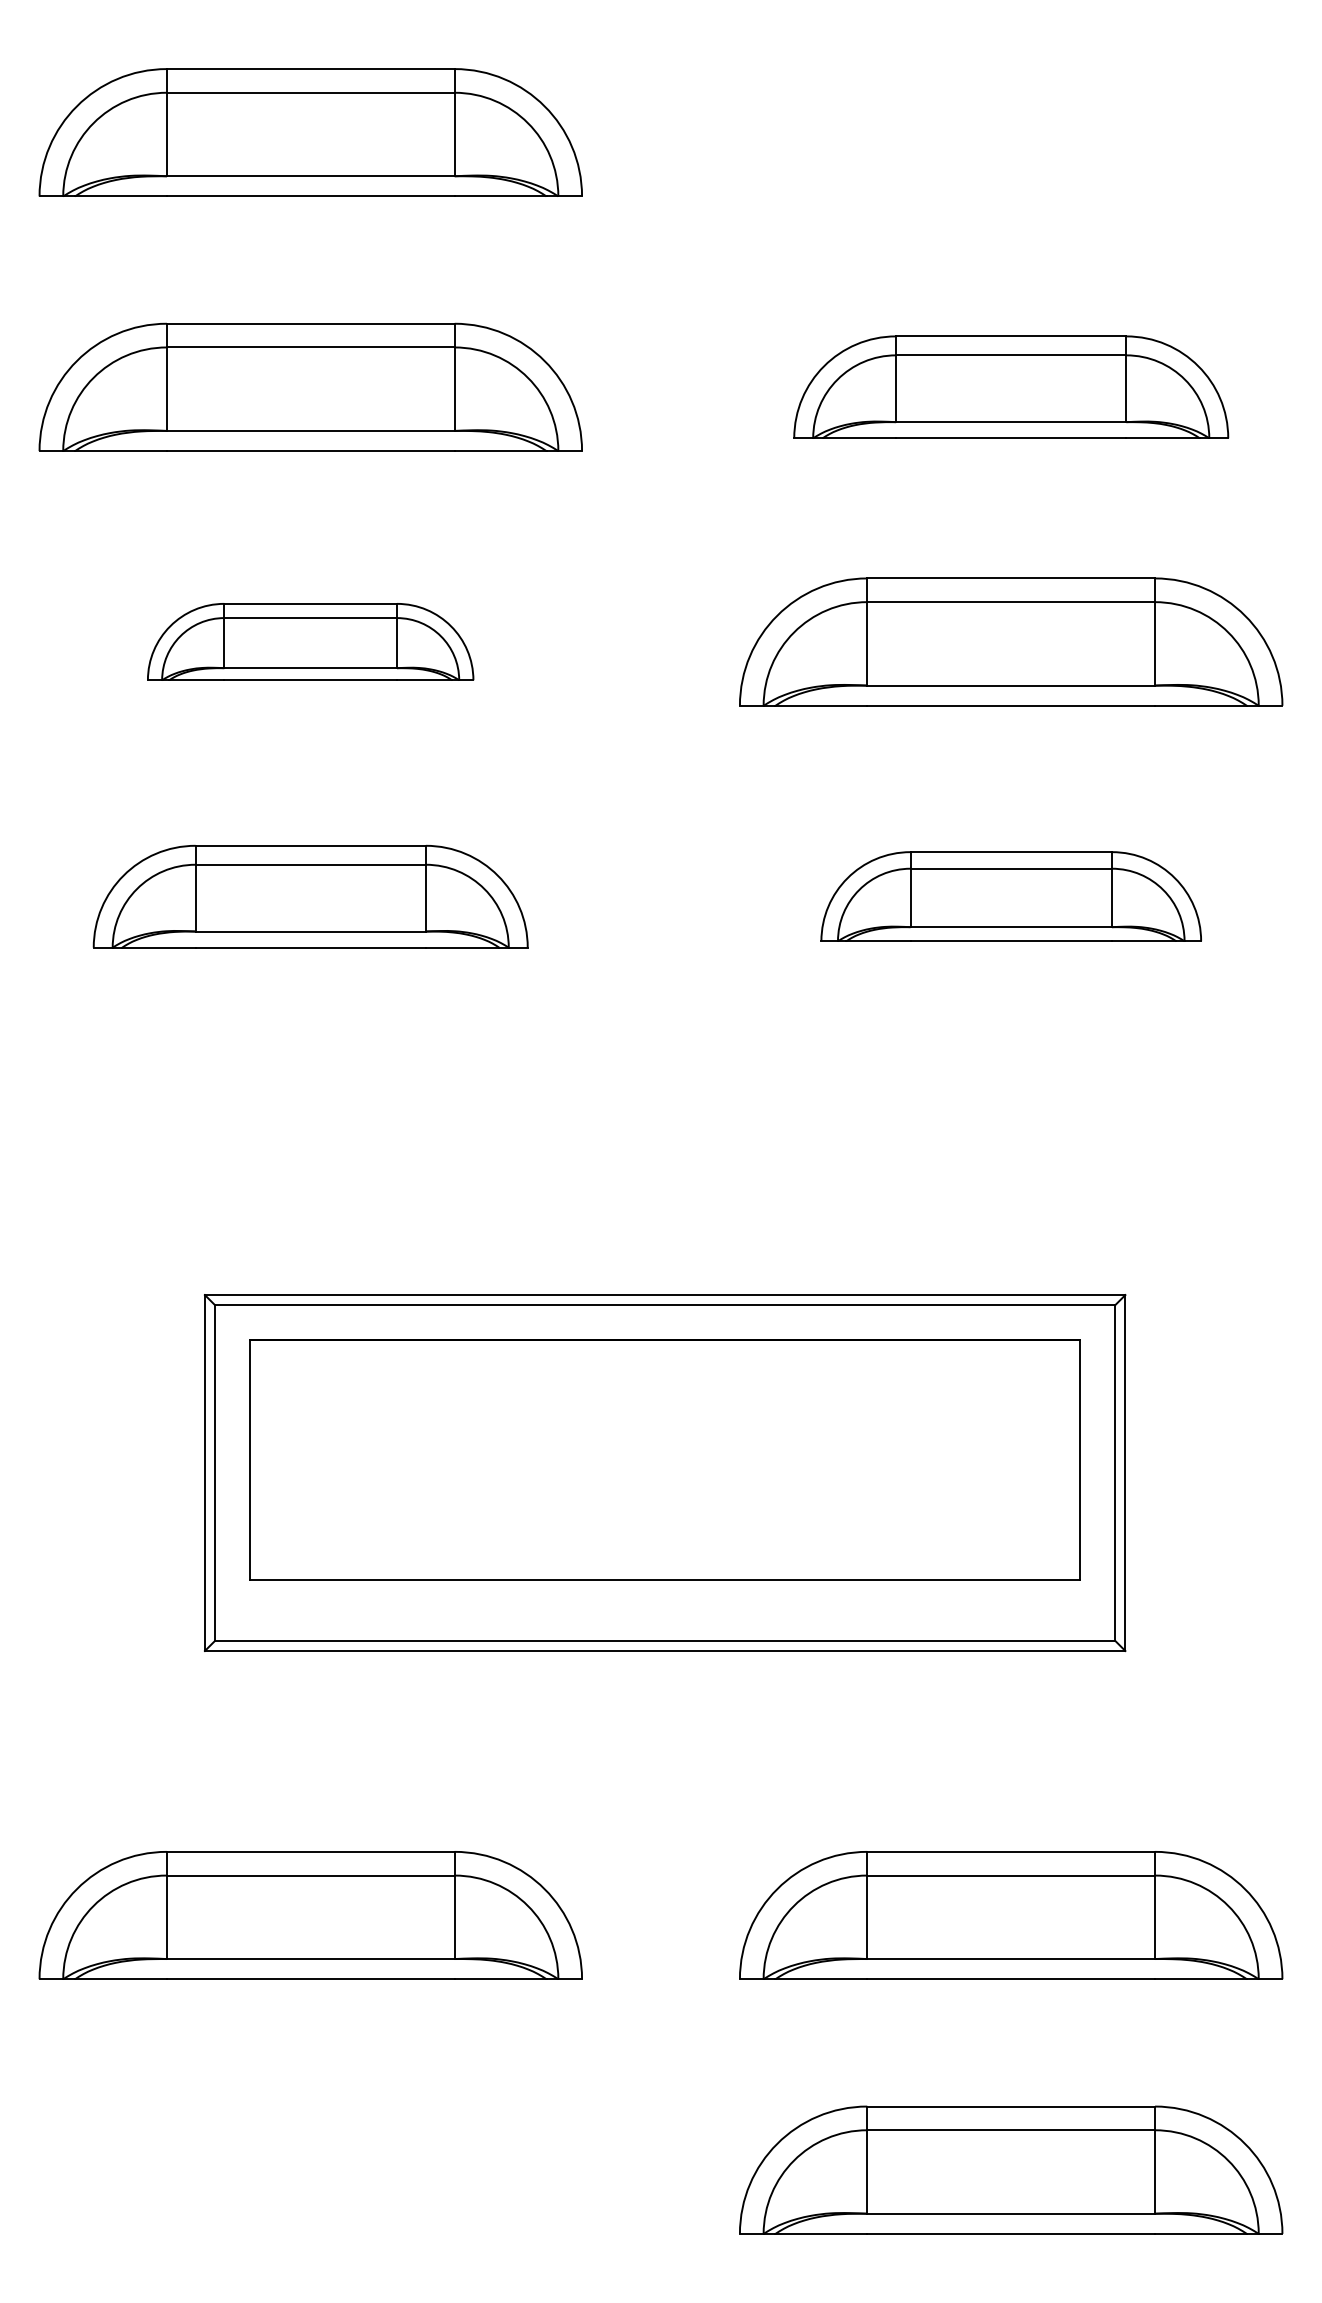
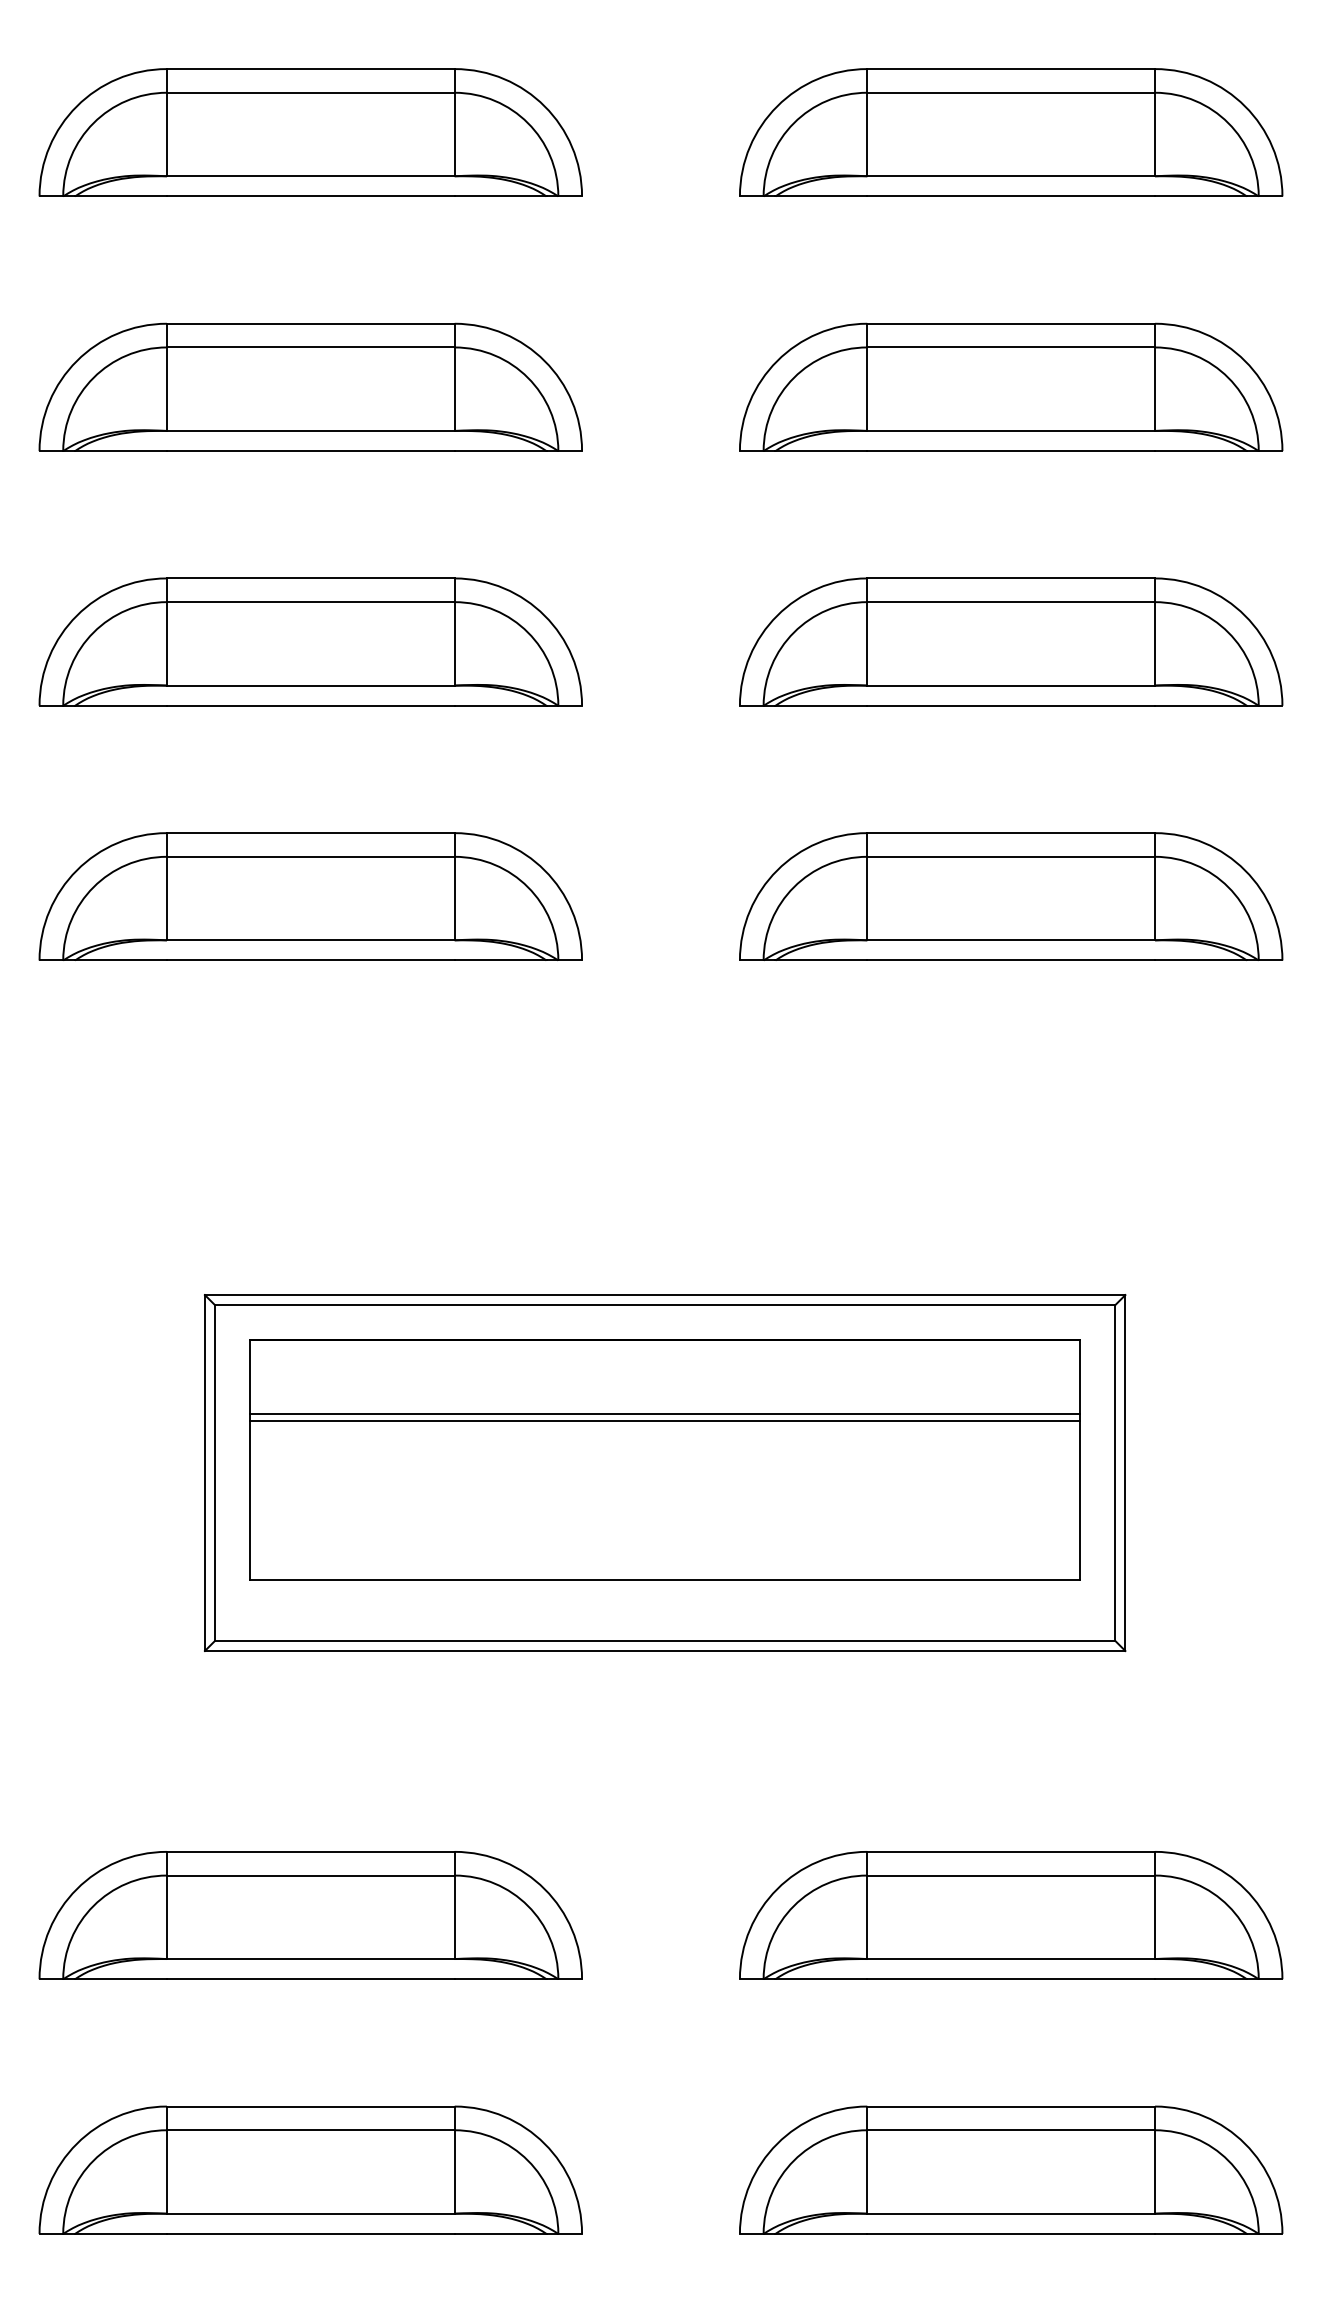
part at (1011, 132): none -> present
part at (1011, 386) size: 437x104 px -> 545x130 px
part at (310, 641) size: 328x78 px -> 545x130 px
part at (310, 896) size: 437x105 px -> 545x129 px
part at (1010, 896) size: 382x91 px -> 545x129 px
line at (665, 1414): none -> present
line at (665, 1420): none -> present
part at (310, 2169): none -> present
